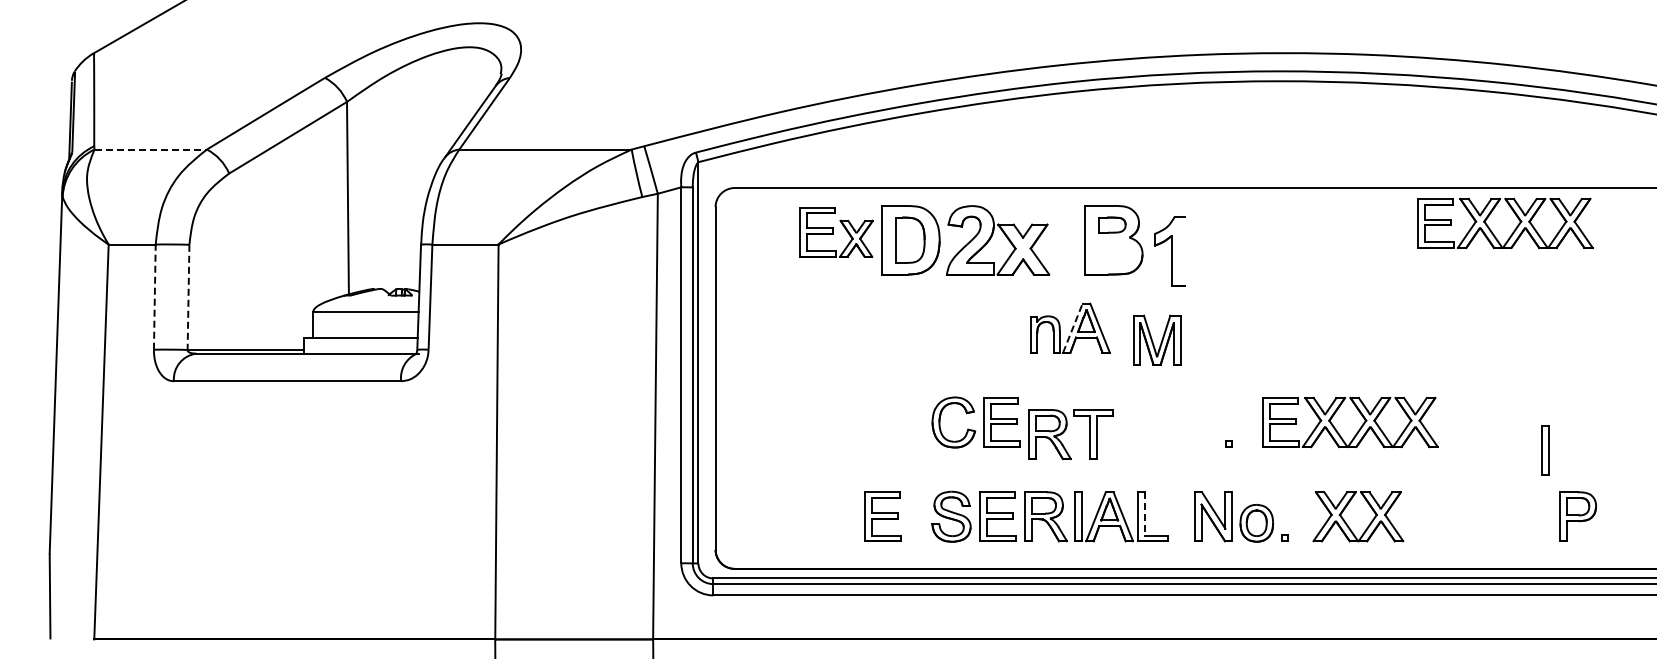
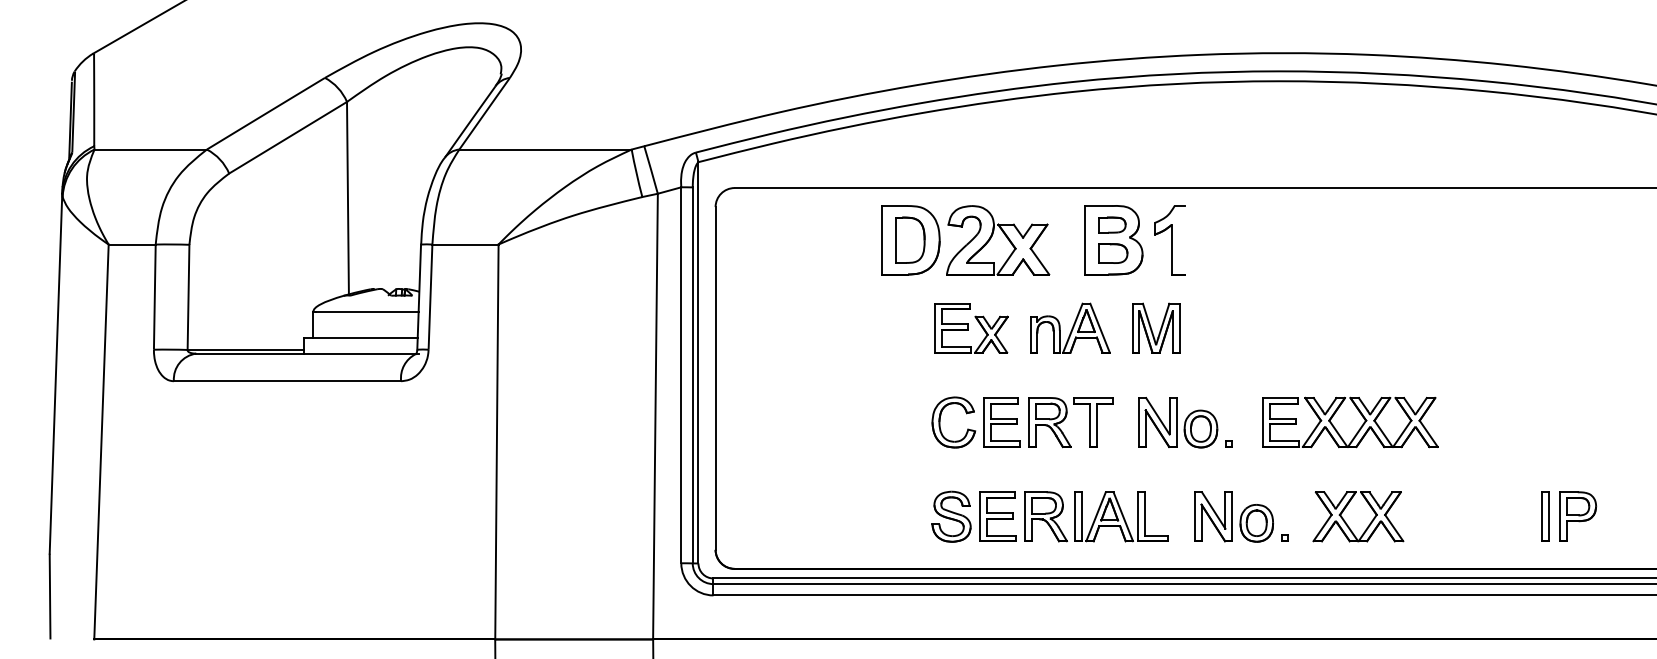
line at (151, 149): dashed -> solid
part at (1513, 230): present -> none
part at (836, 232) position: (836, 232) -> (971, 328)
part at (1169, 251) position: (1169, 251) -> (1169, 240)
part at (1113, 253): none -> present
line at (154, 296): dashed -> solid
line at (188, 297): dashed -> solid
line at (1073, 327): dashed -> solid
part at (1157, 339) position: (1157, 339) -> (1156, 327)
part at (1178, 422): none -> present
part at (1070, 434) position: (1070, 434) -> (1070, 422)
part at (1545, 450) position: (1545, 450) -> (1545, 516)
line at (1145, 513): dashed -> solid
part at (882, 516): present -> none
